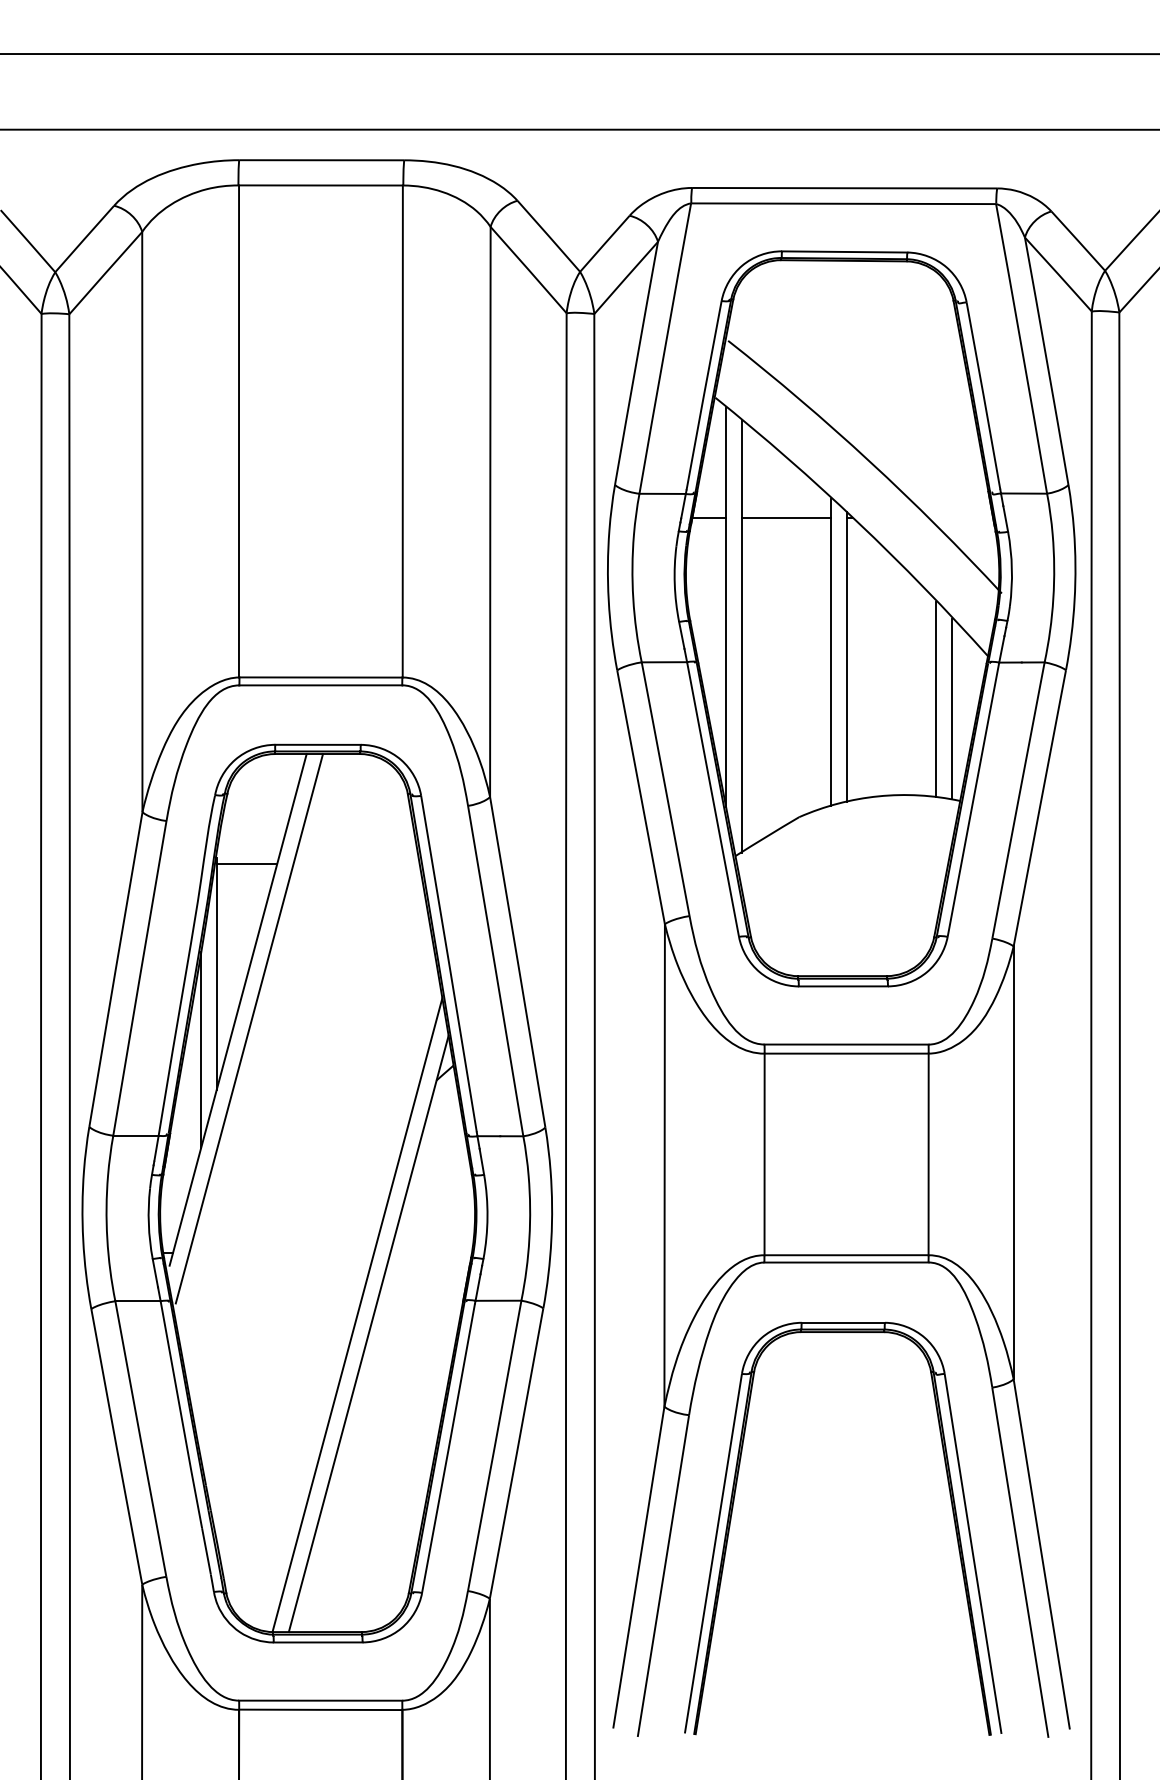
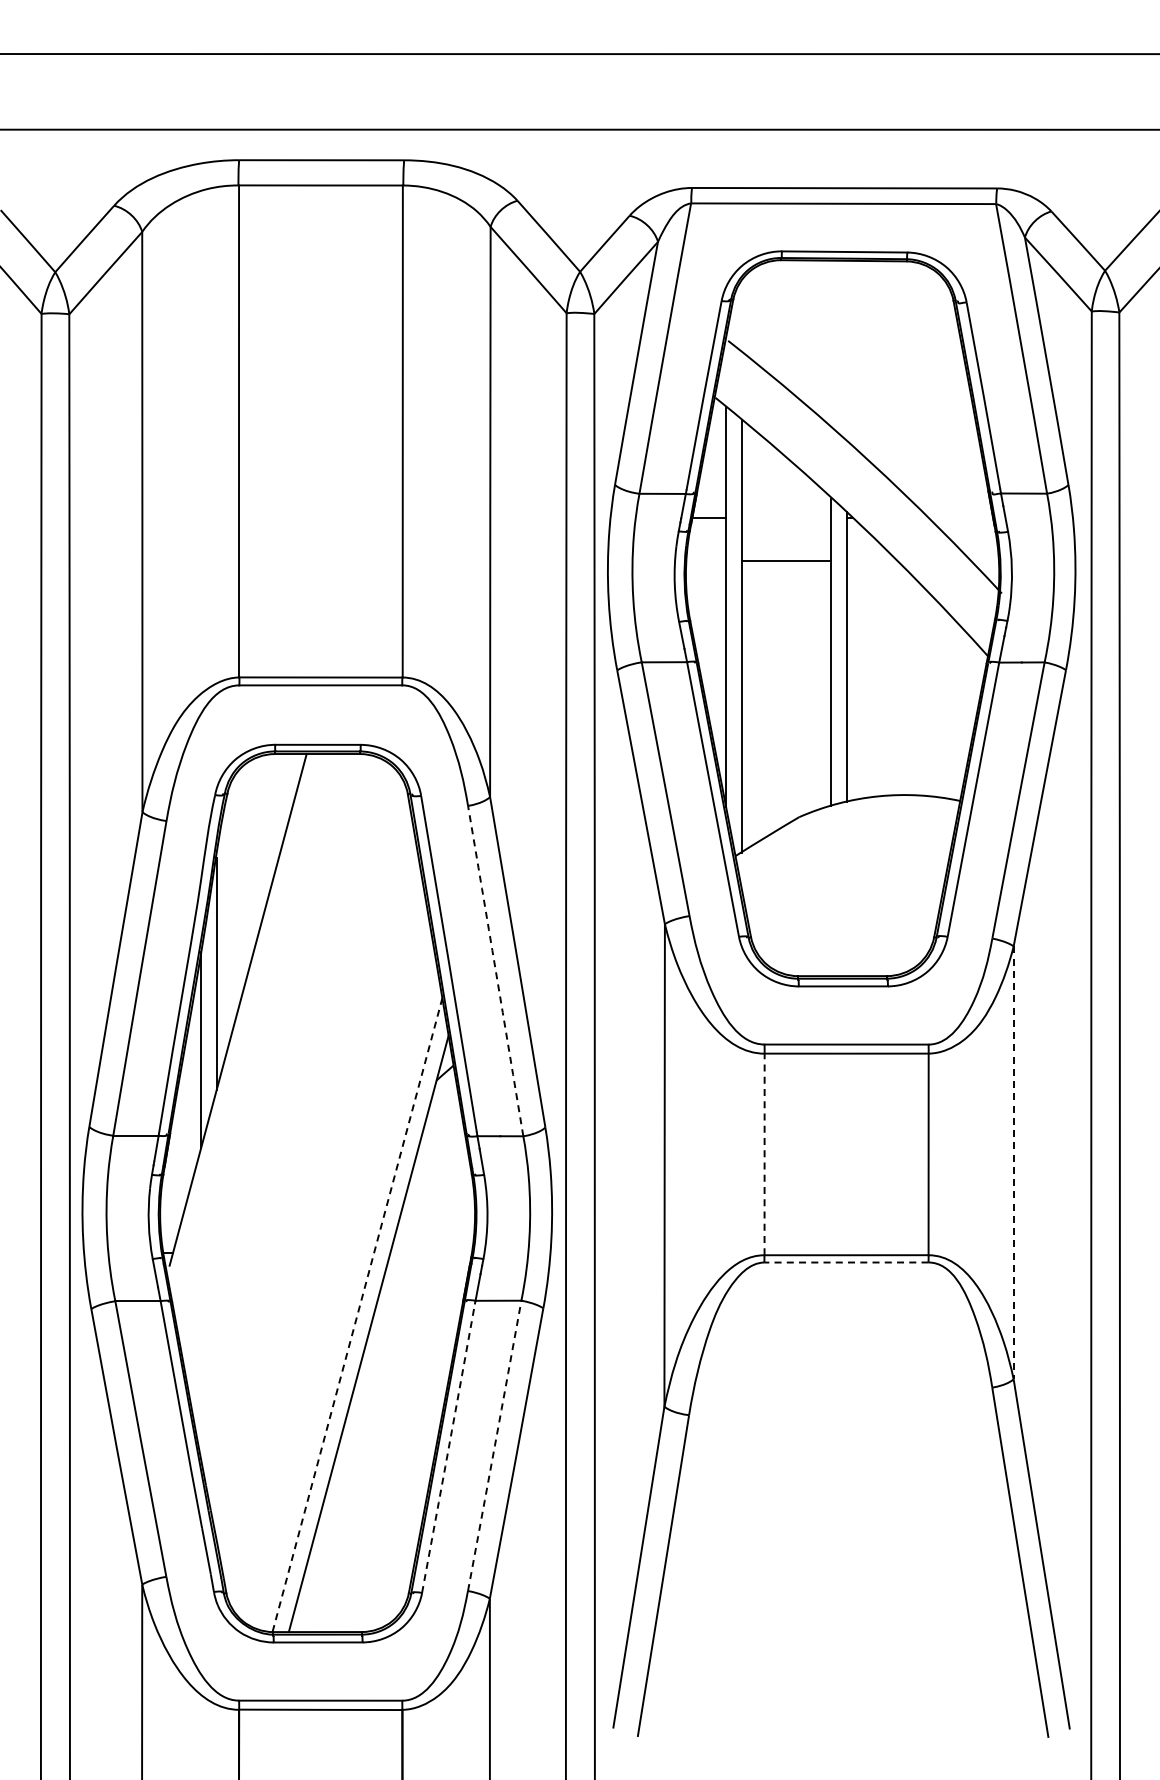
line at (785, 517) position: (785, 517) -> (785, 560)
line at (935, 699): present -> none
line at (951, 708): present -> none
line at (246, 864): present -> none
arc at (495, 971): solid -> dashed
line at (249, 1028): present -> none
line at (764, 1154): solid -> dashed
line at (1013, 1163): solid -> dashed
line at (845, 1262): solid -> dashed
line at (357, 1314): solid -> dashed
arc at (494, 1445): solid -> dashed
arc at (448, 1448): solid -> dashed
part at (951, 1507): present -> none
